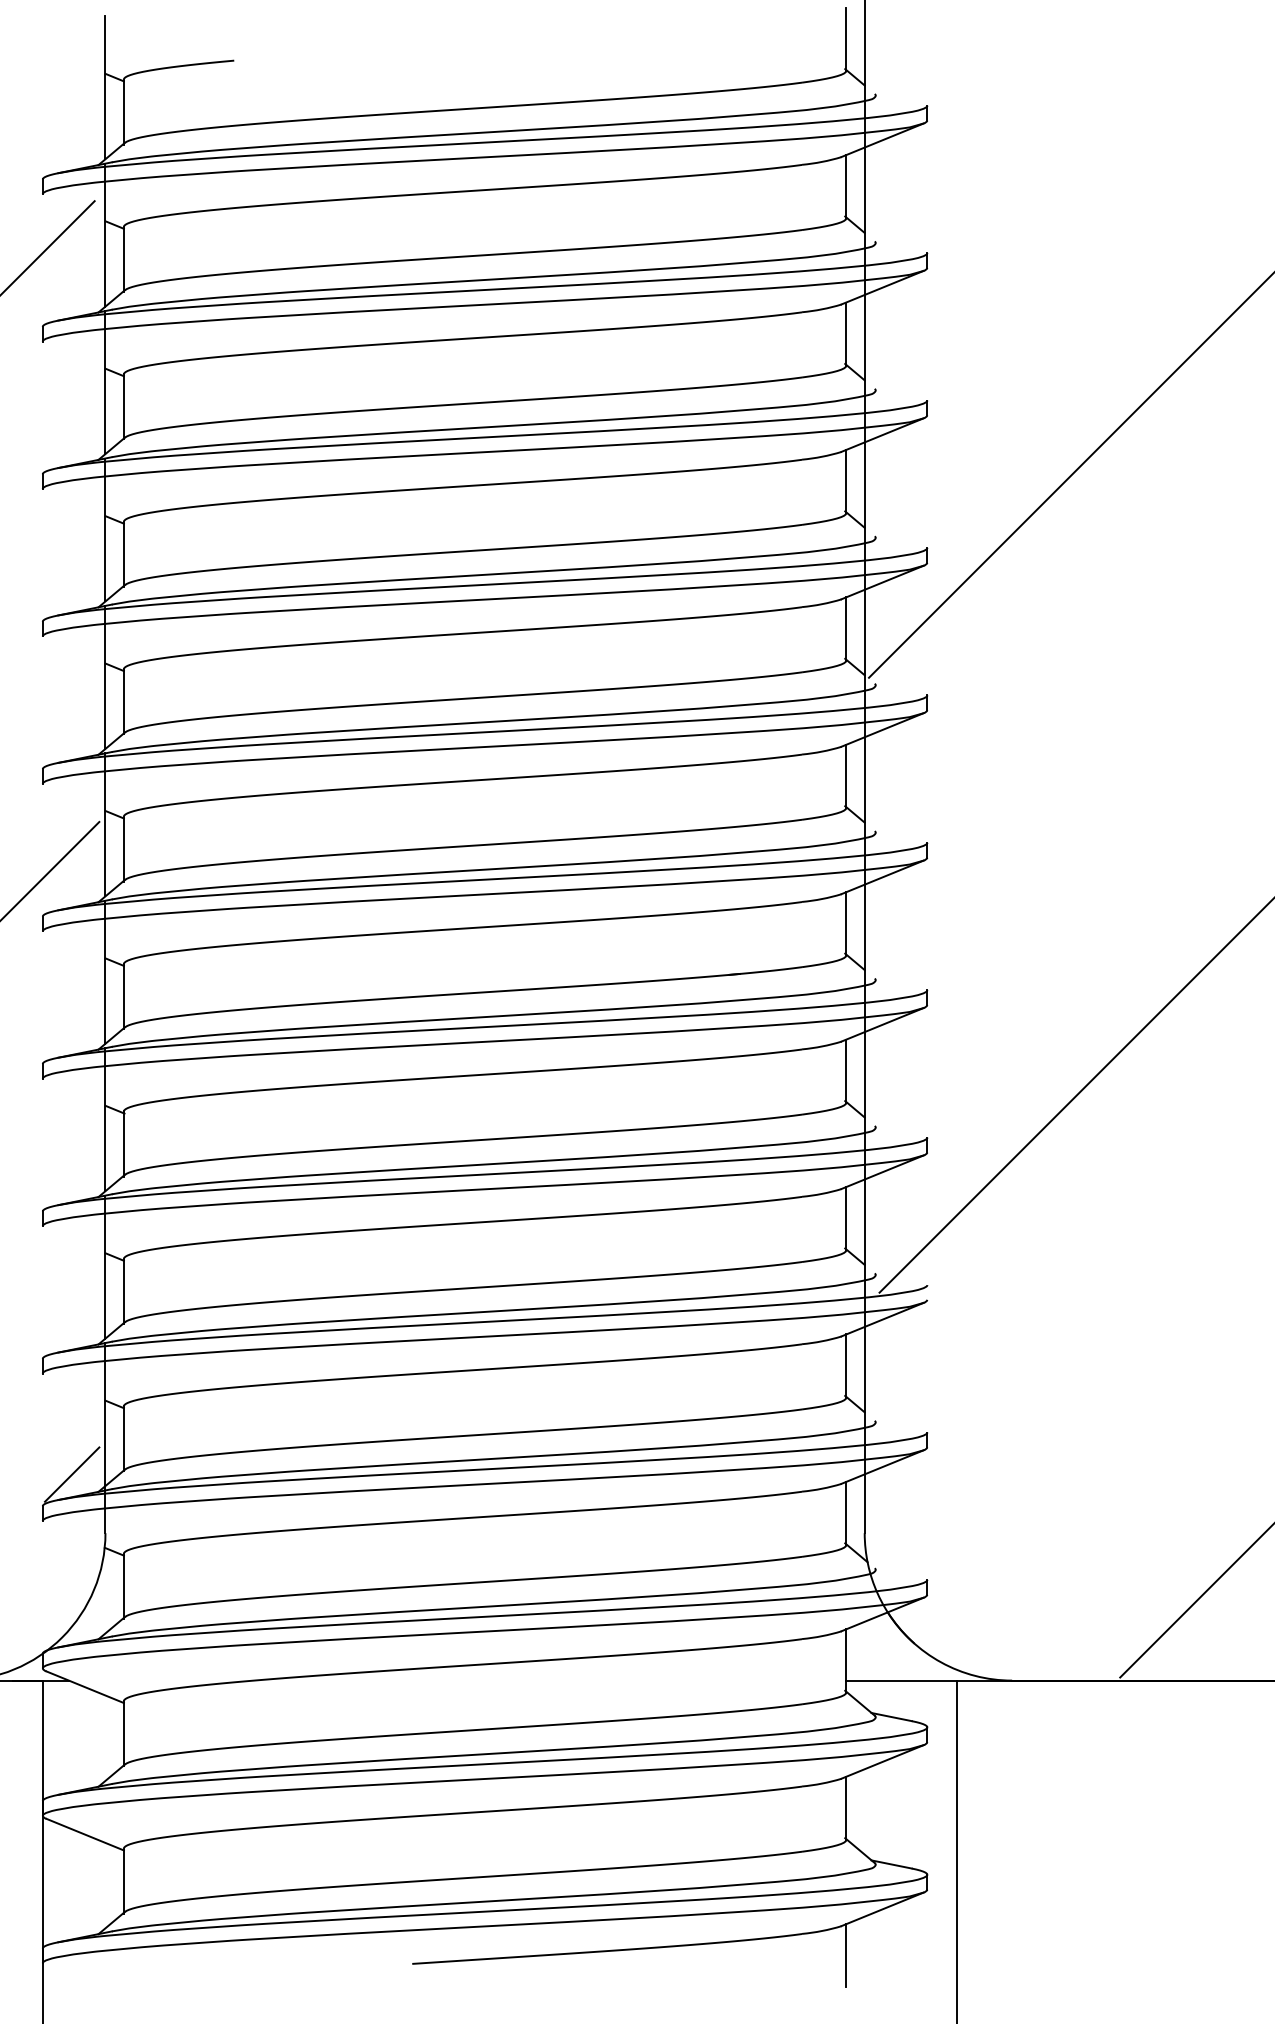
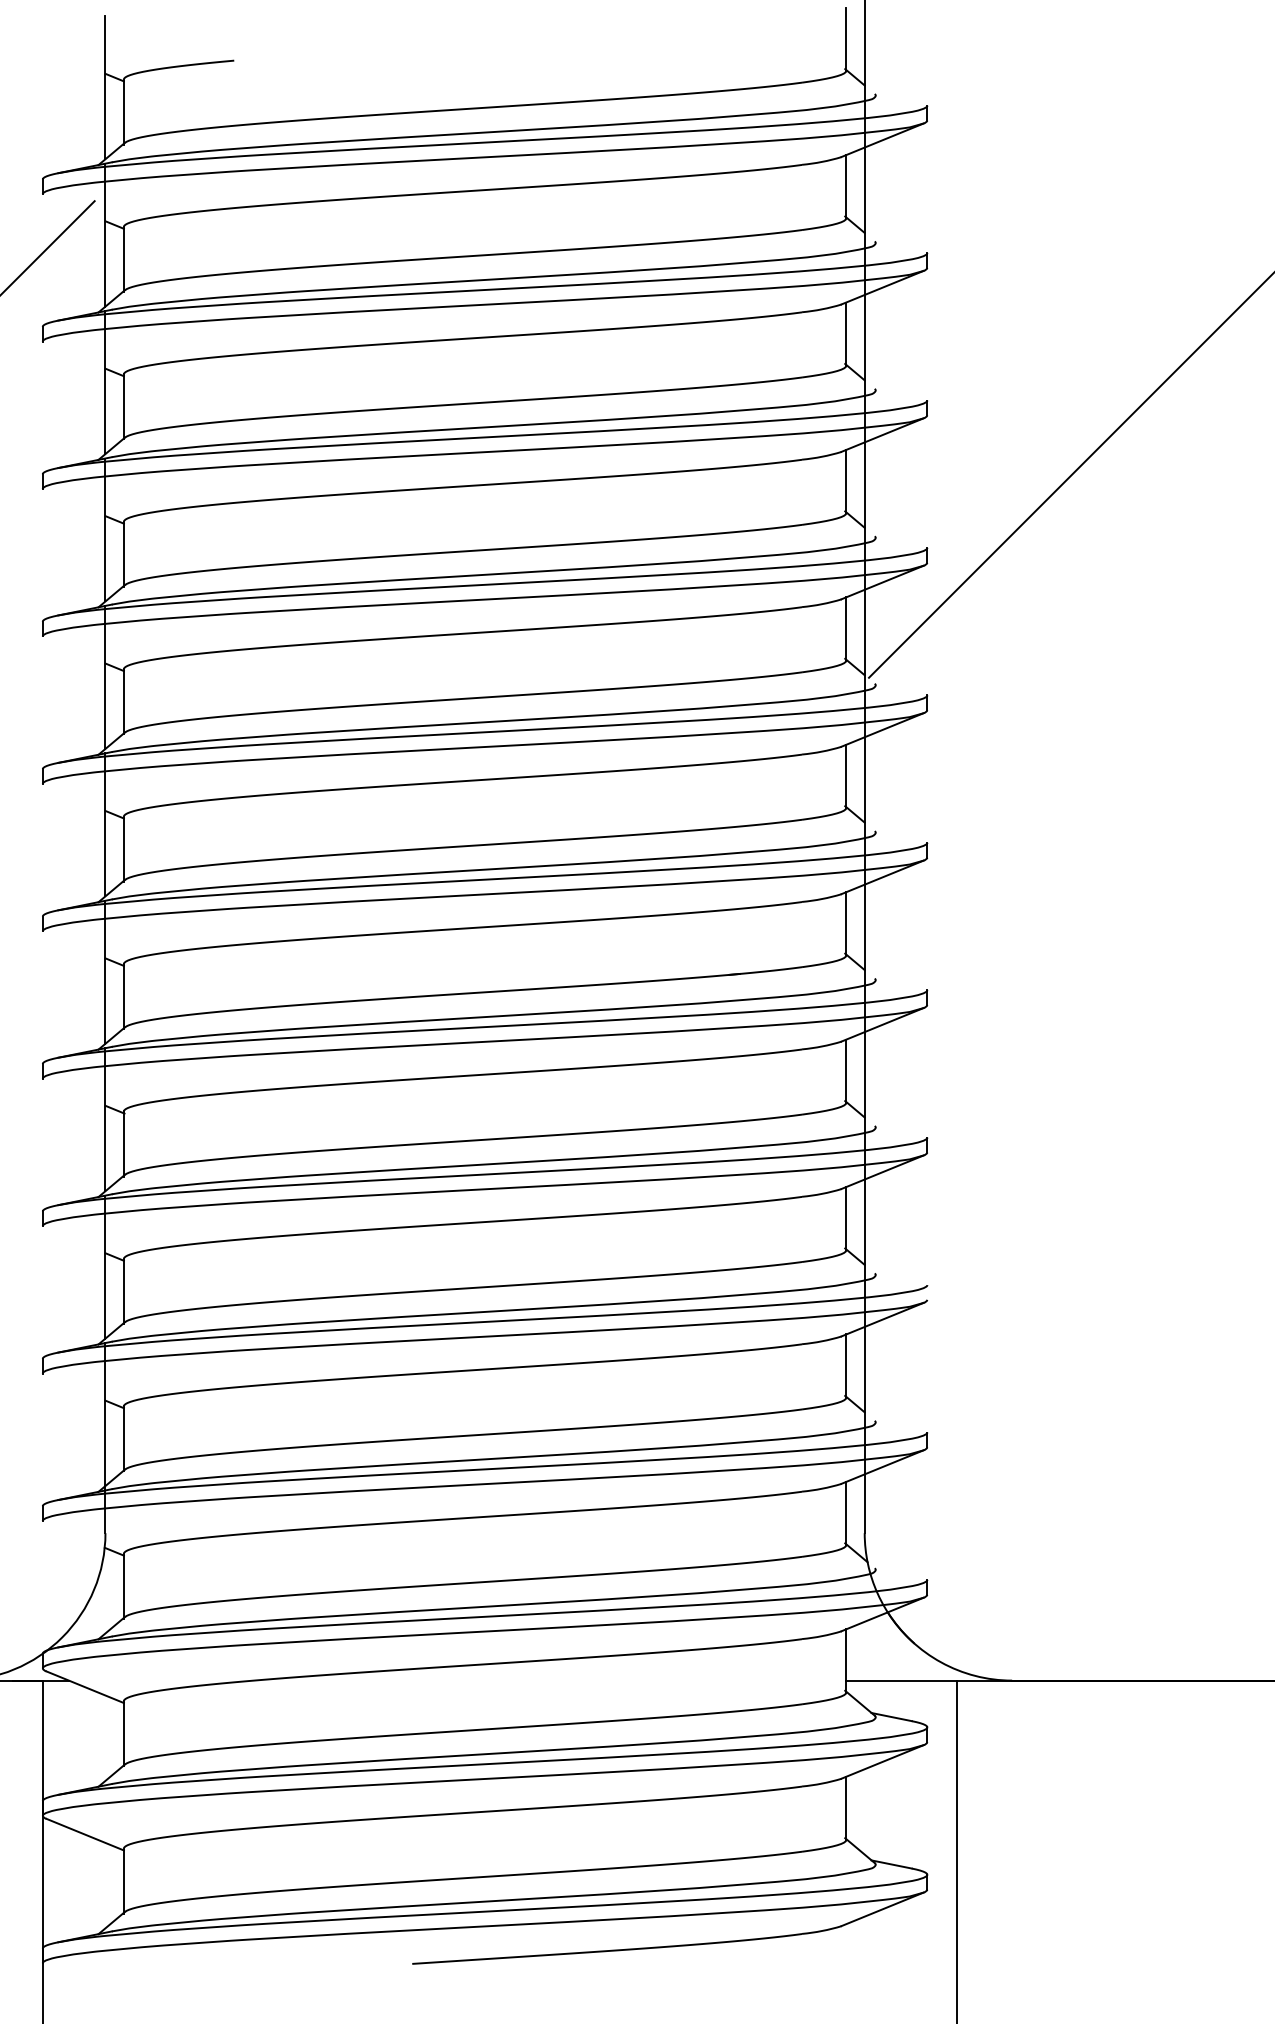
line at (50, 869): present -> none
line at (1075, 1096): present -> none
line at (71, 1474): present -> none
line at (1195, 1601): present -> none
line at (846, 1955): present -> none
